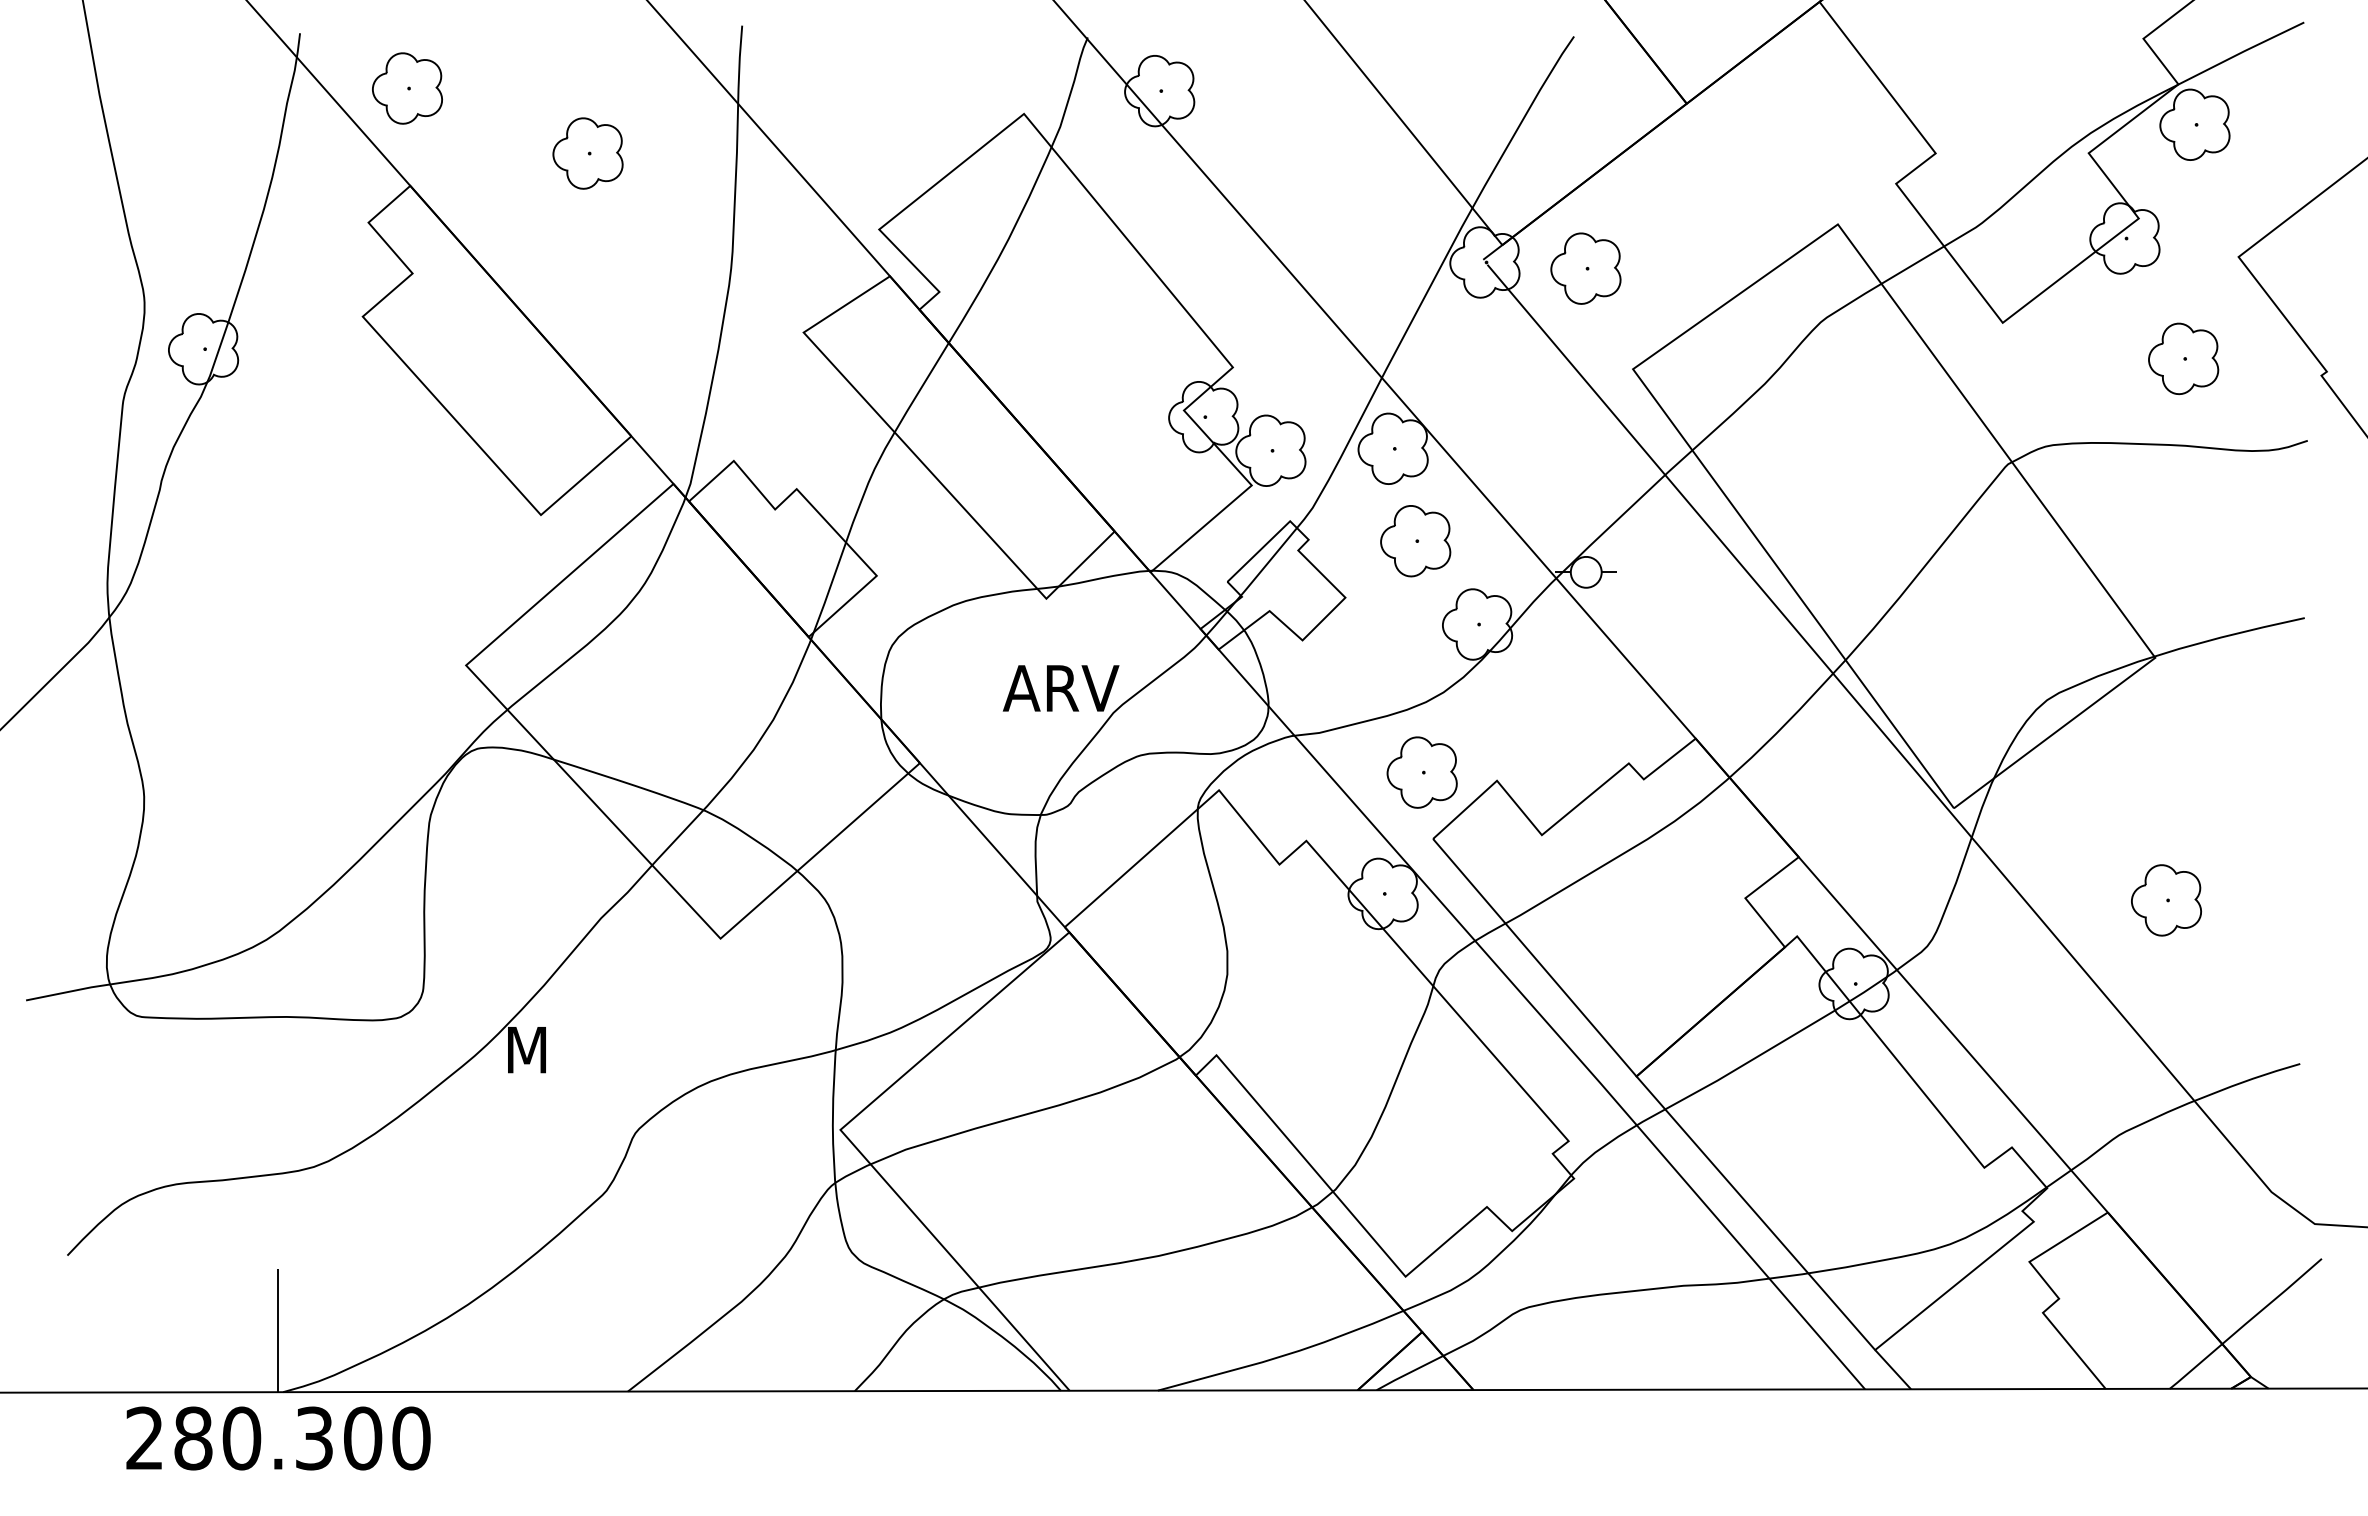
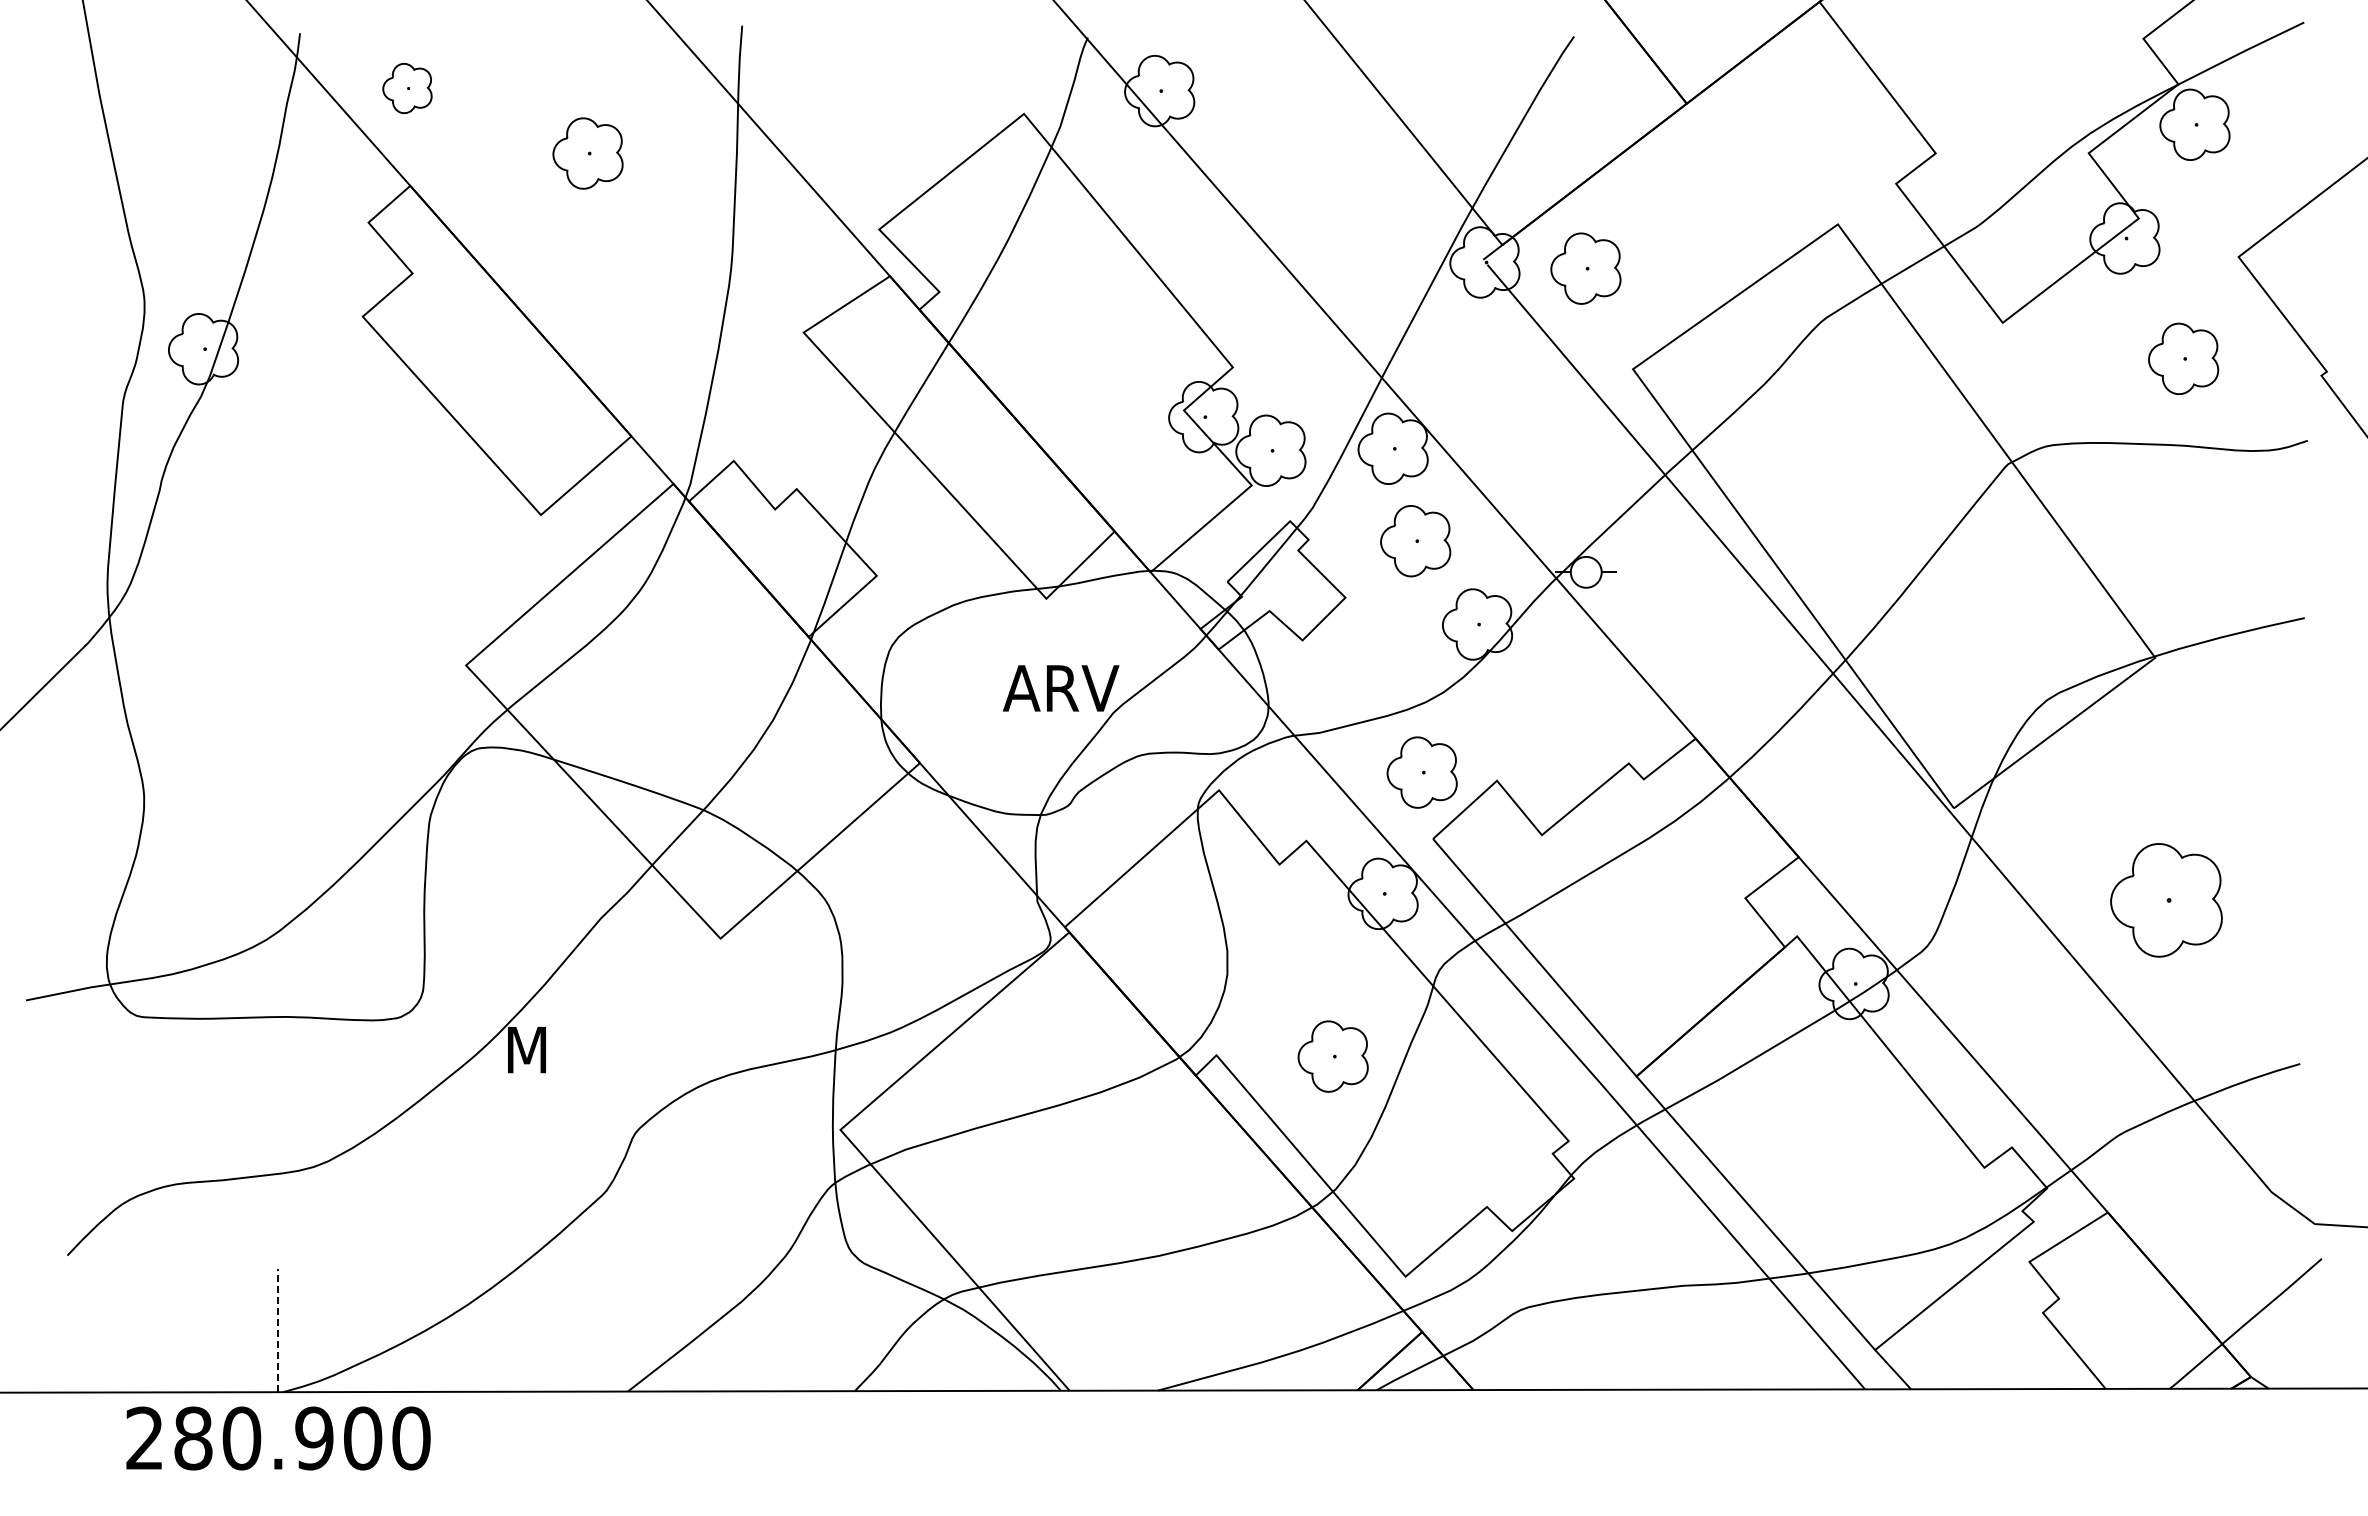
part at (407, 88) size: 71x73 px -> 51x52 px
part at (2166, 900) size: 71x73 px -> 113x115 px
part at (1332, 1056): none -> present
line at (278, 1330): solid -> dashed
text at (314, 1438): 280.300 -> 280.900
